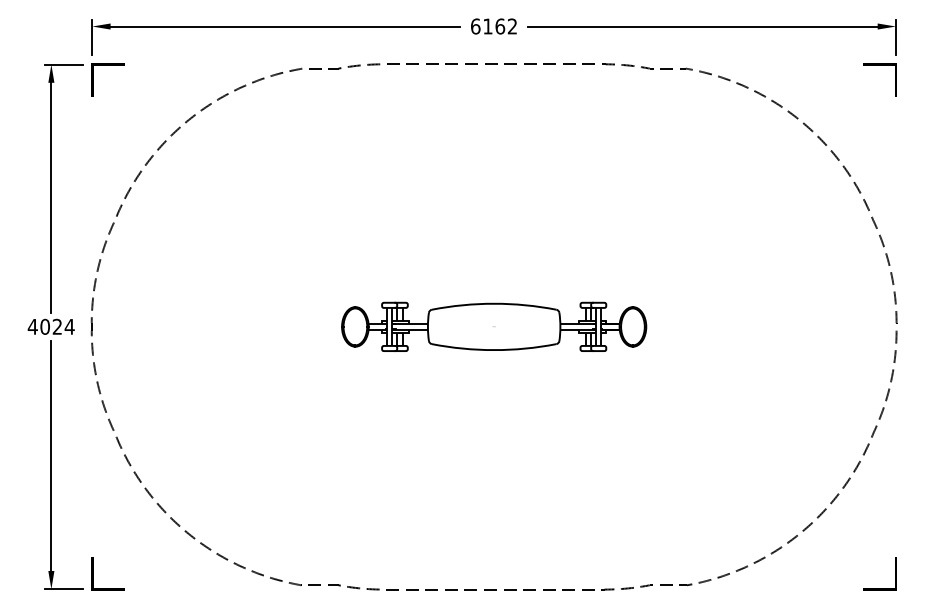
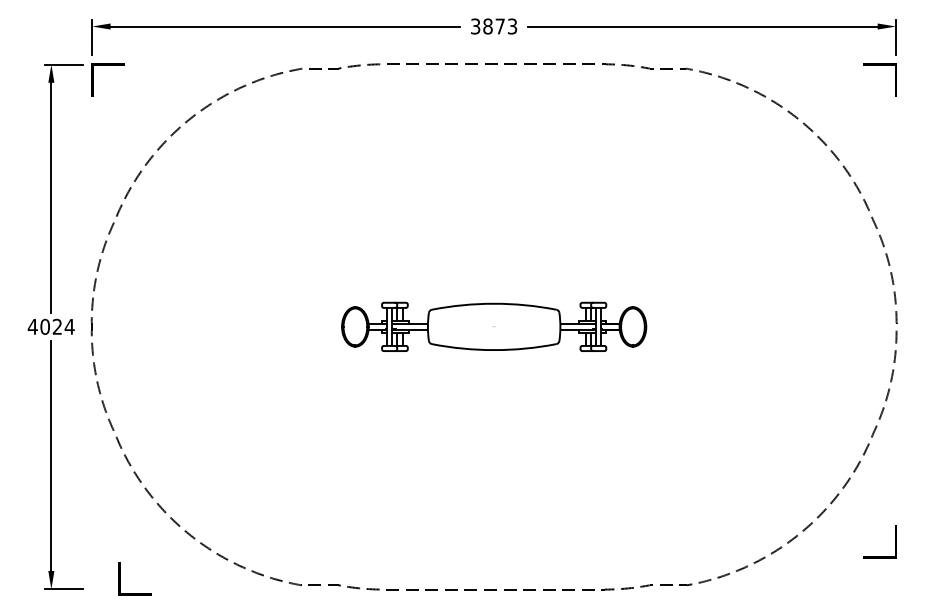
text at (494, 26): 6162 -> 3873
part at (93, 573) position: (93, 573) -> (120, 578)
part at (879, 588) position: (879, 588) -> (879, 556)
